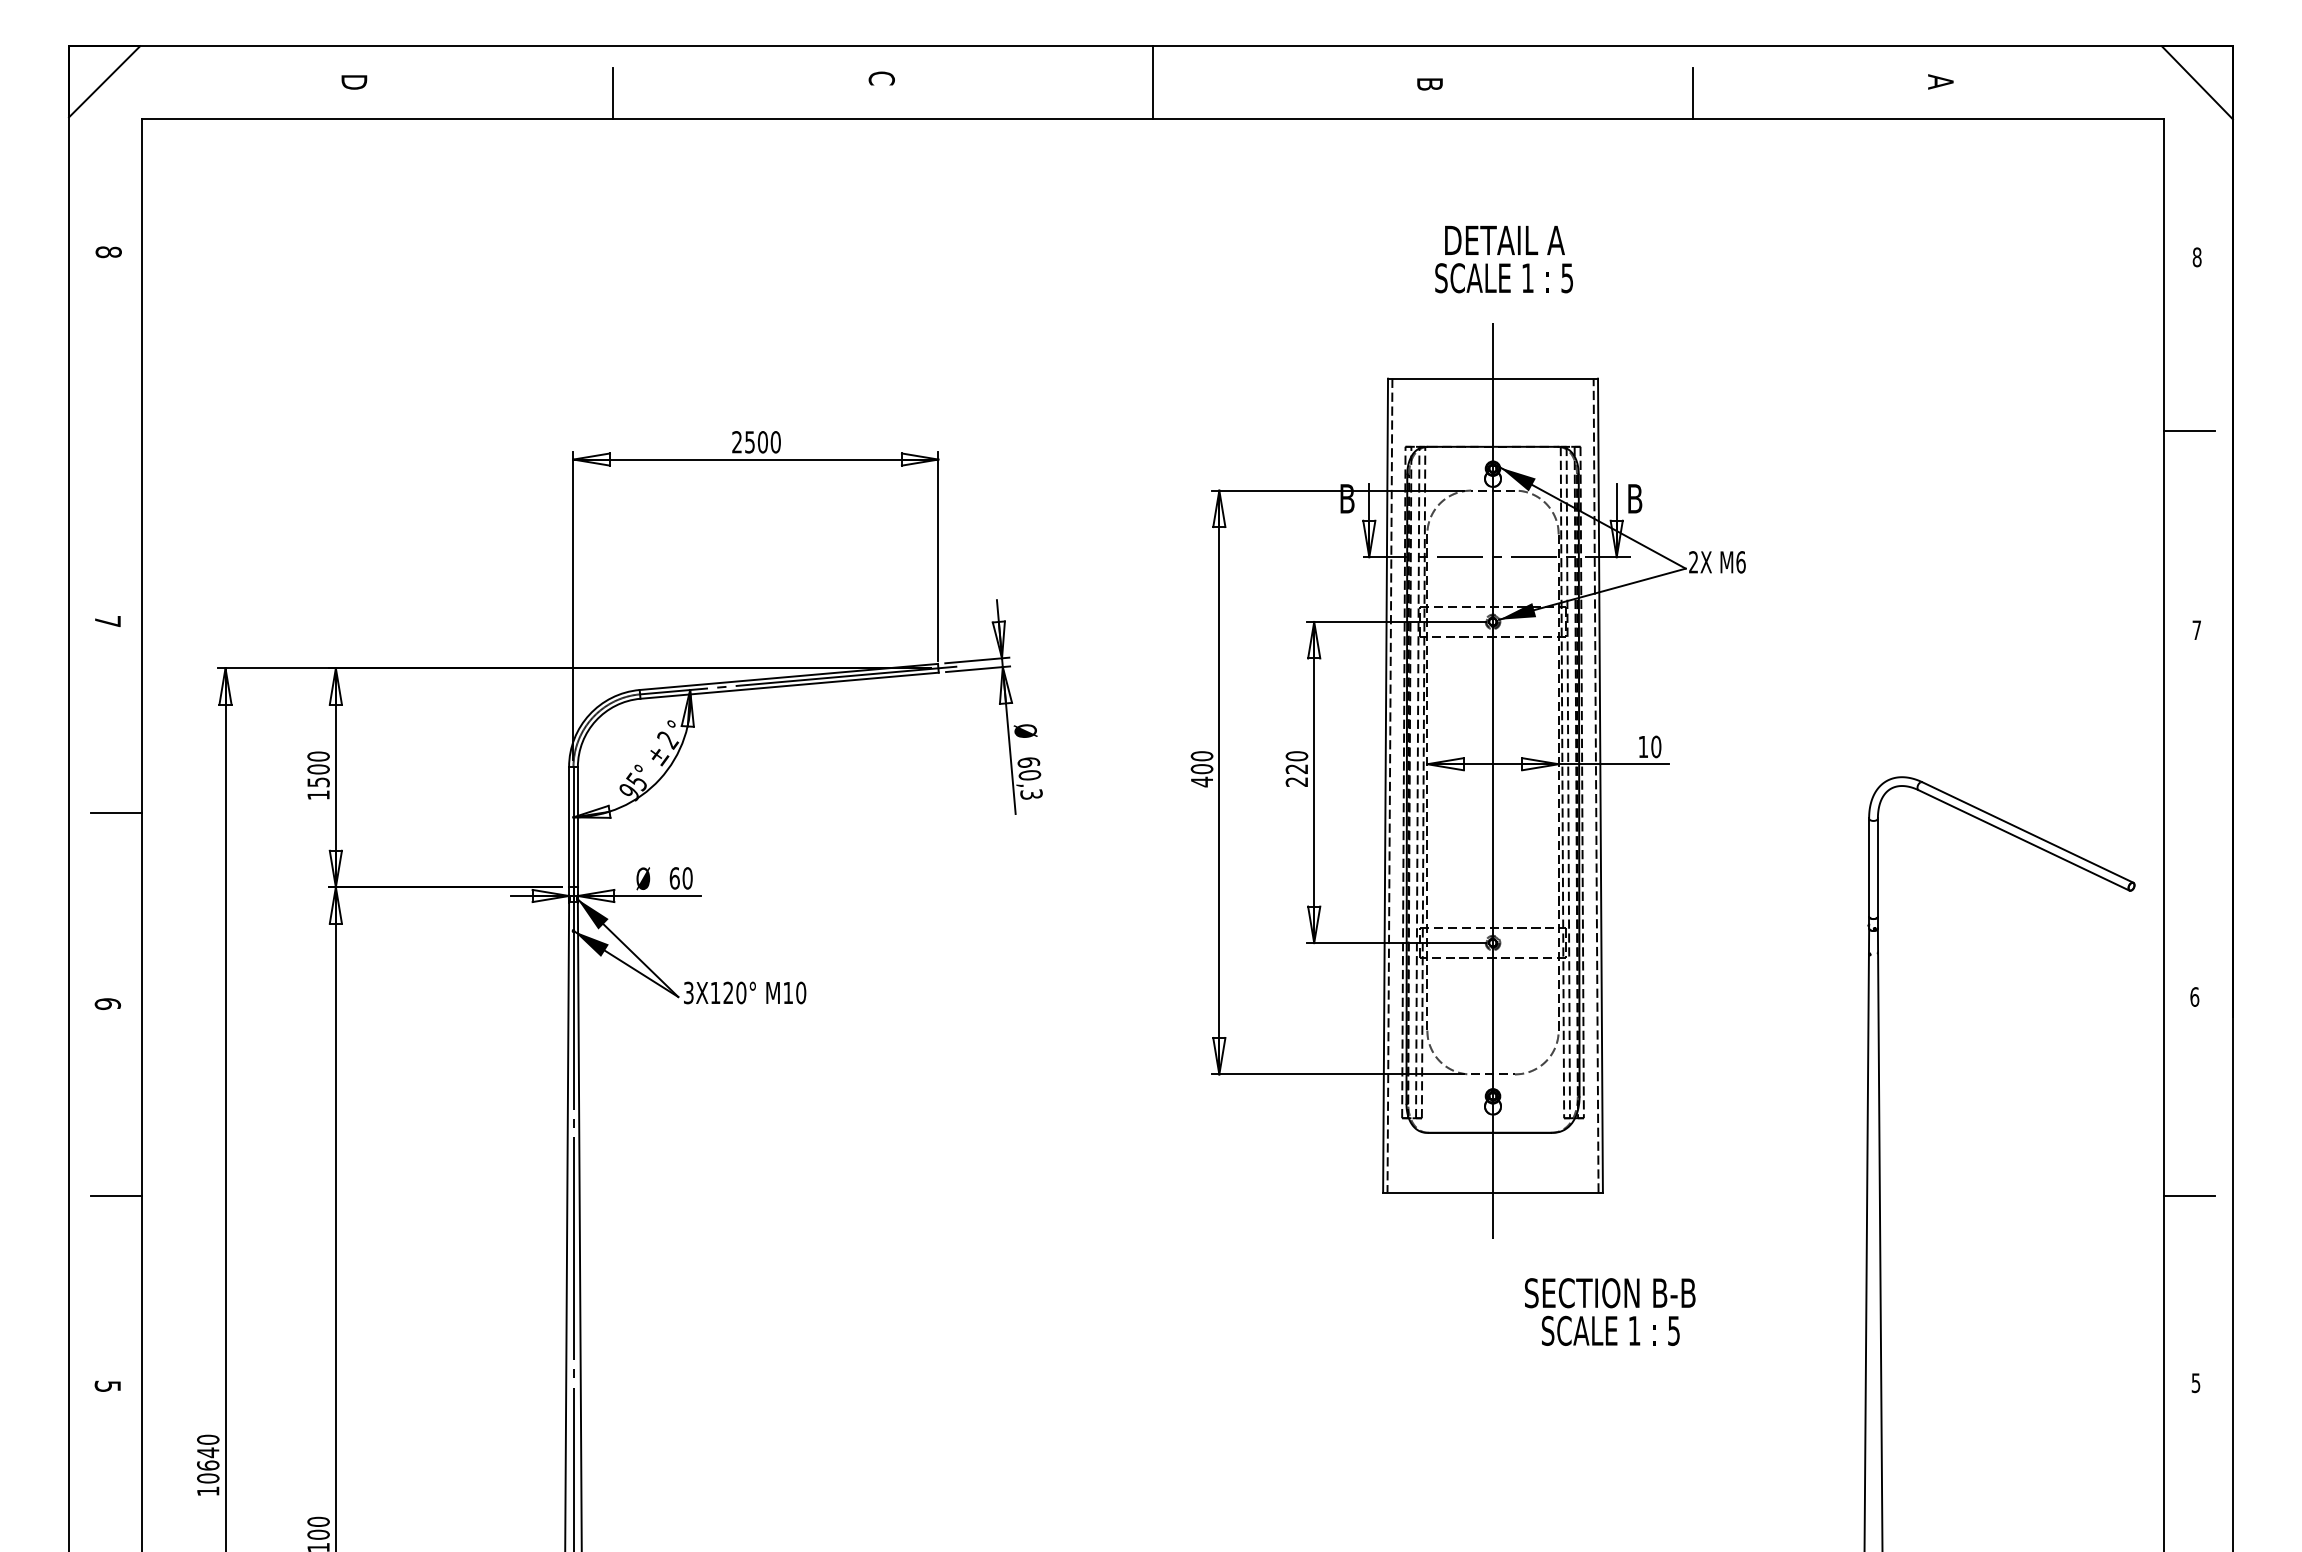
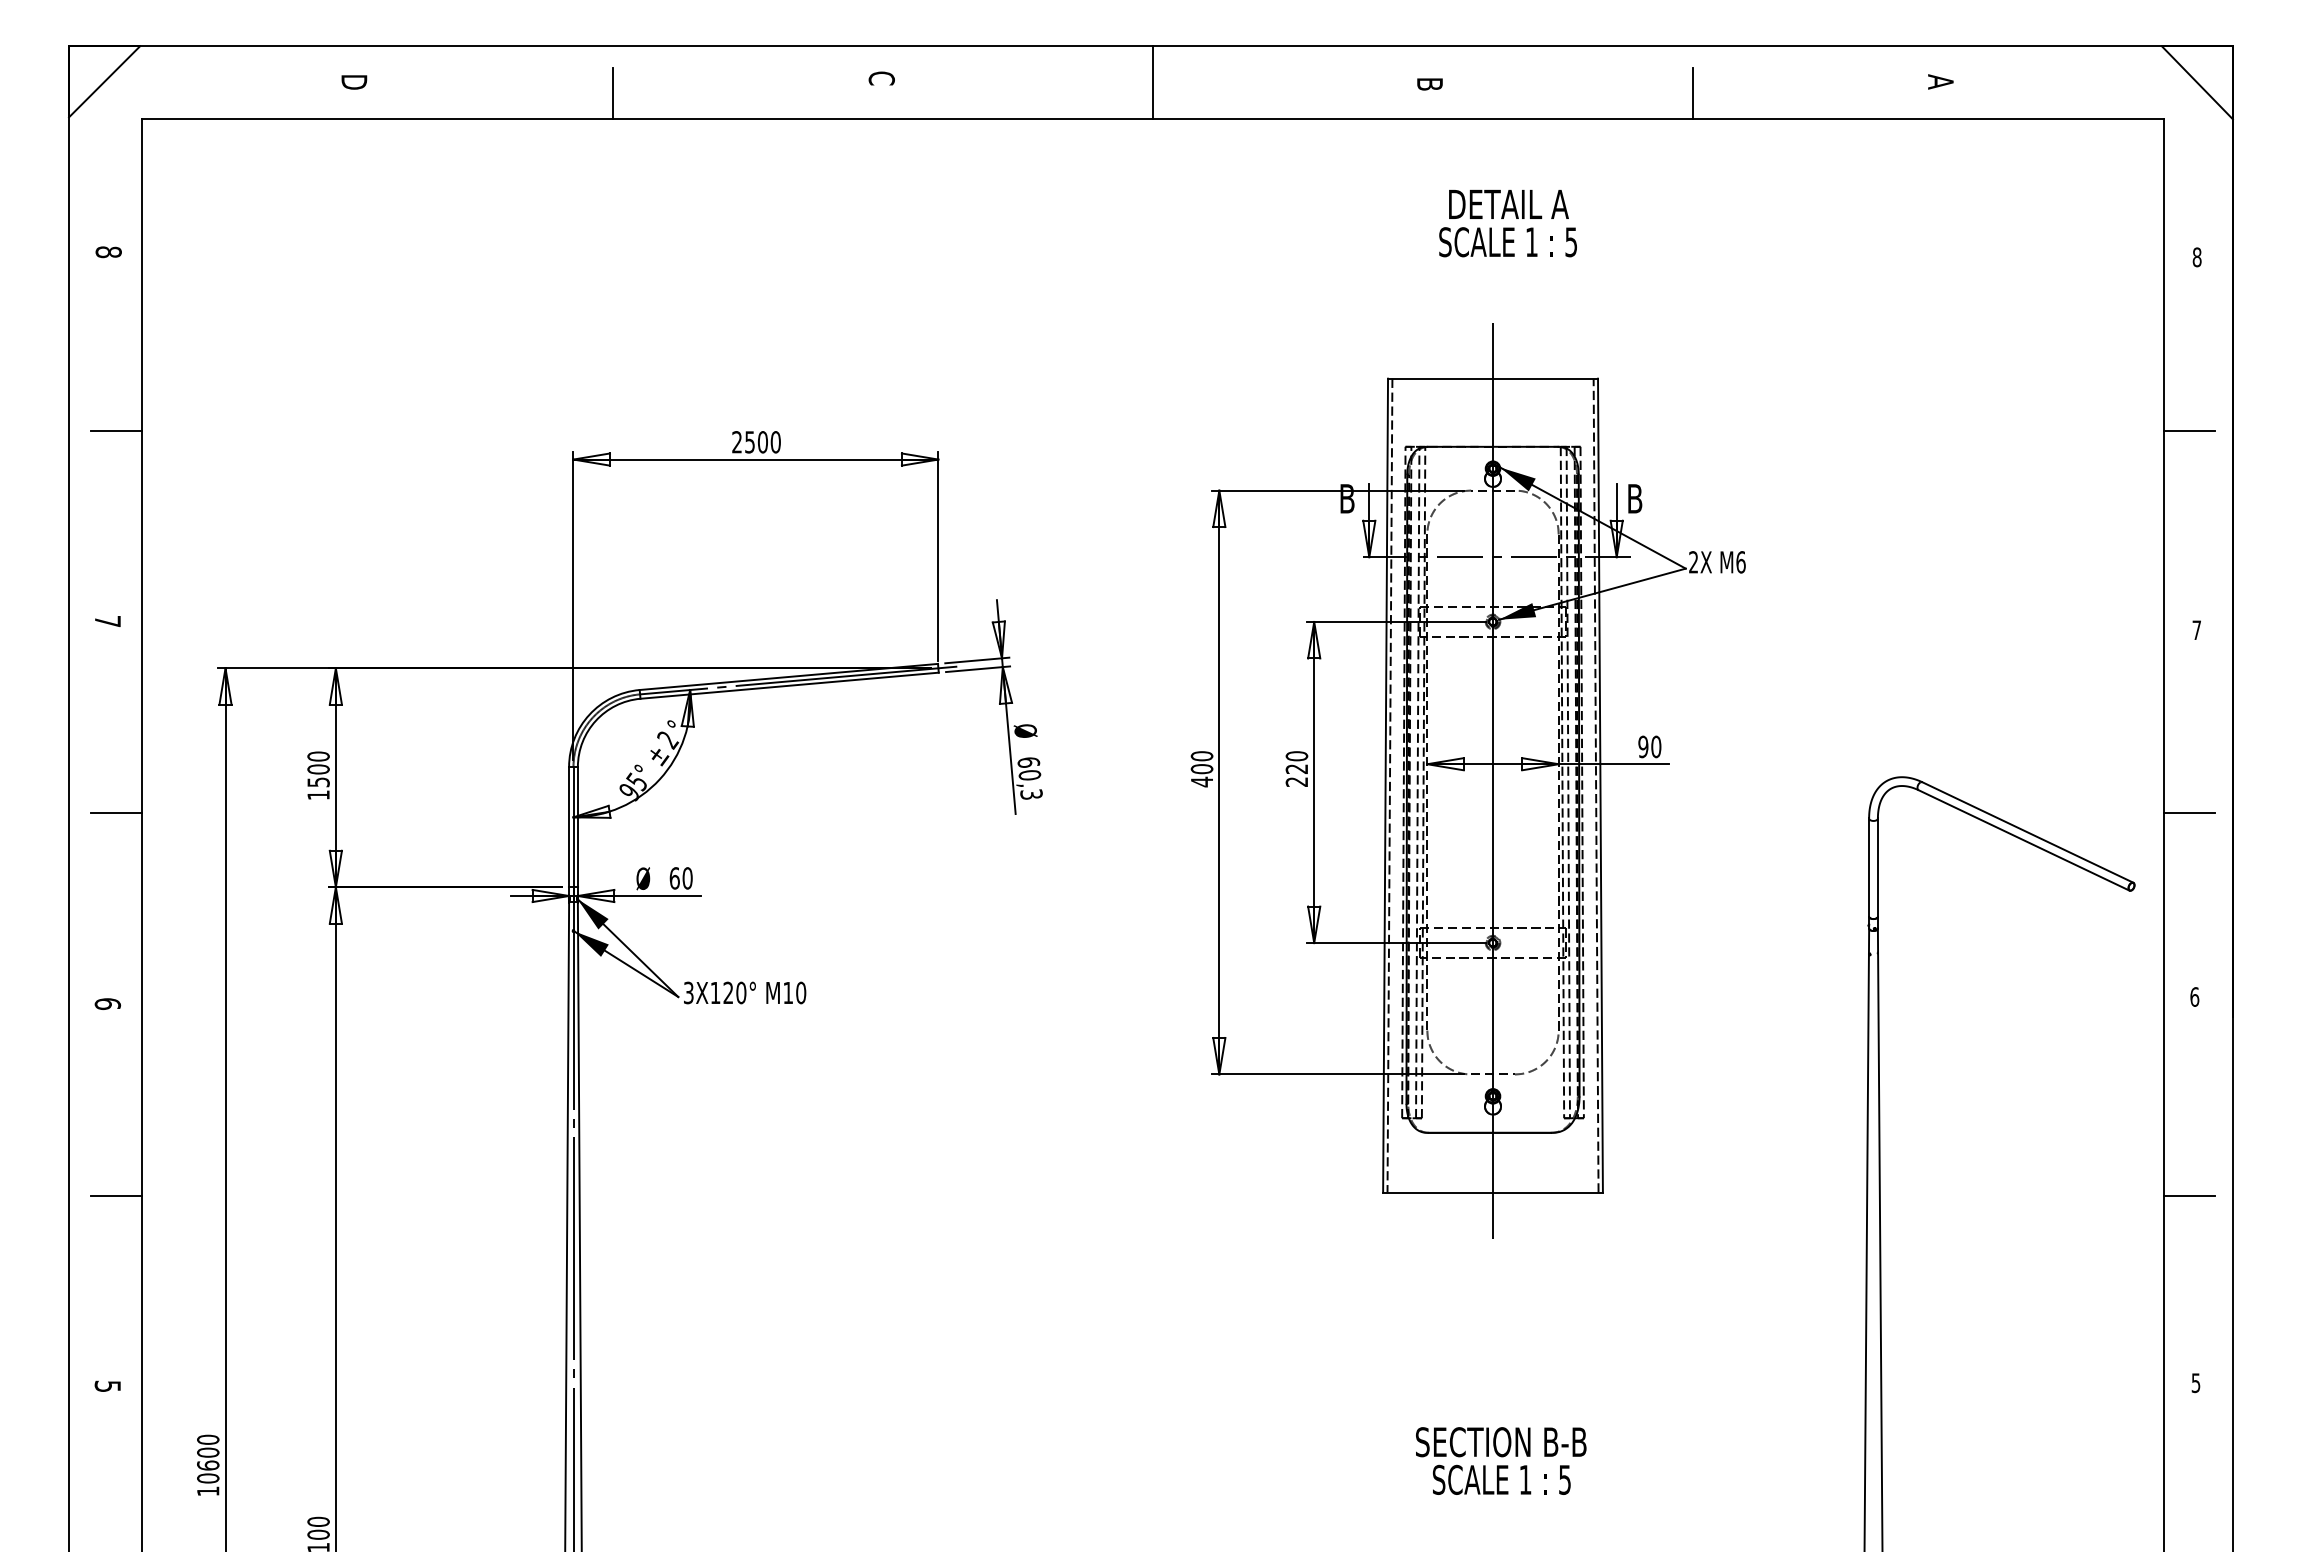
text at (1503, 259) position: (1503, 259) -> (1507, 223)
line at (116, 430): none -> present
text at (1643, 746): 10 -> 90
line at (2188, 813): none -> present
text at (1610, 1311) position: (1610, 1311) -> (1501, 1460)
text at (208, 1452): 10640 -> 10600
